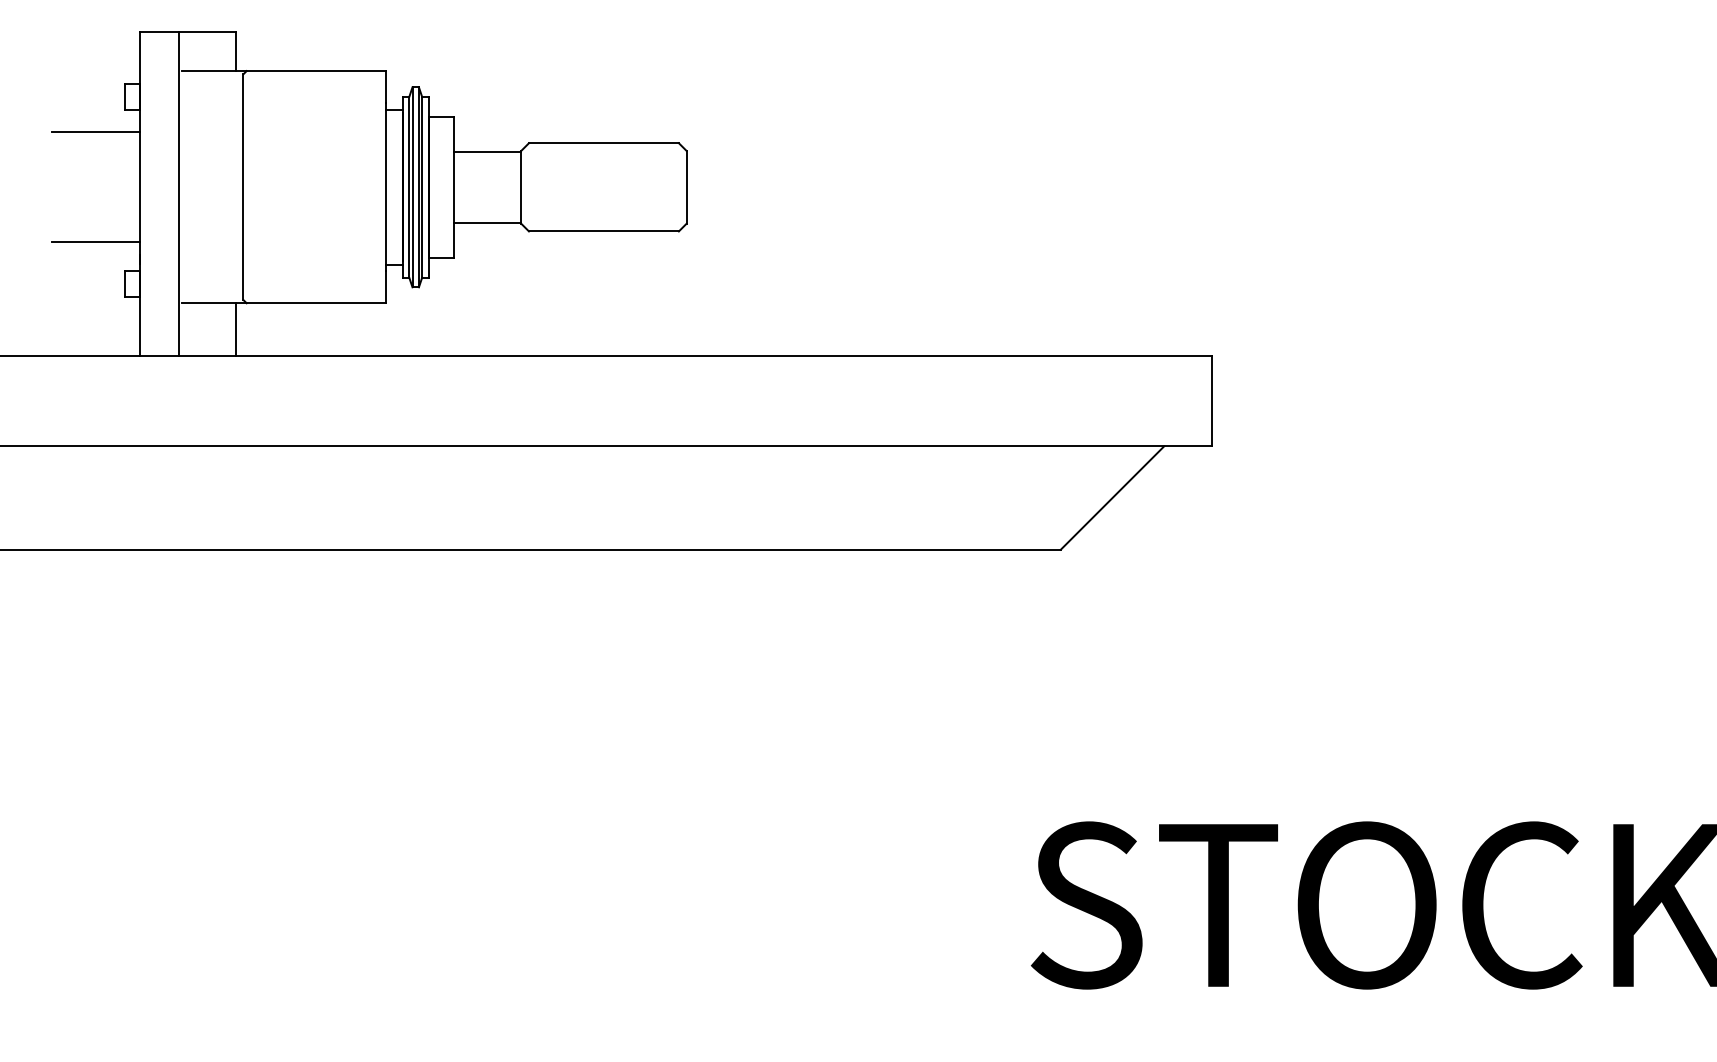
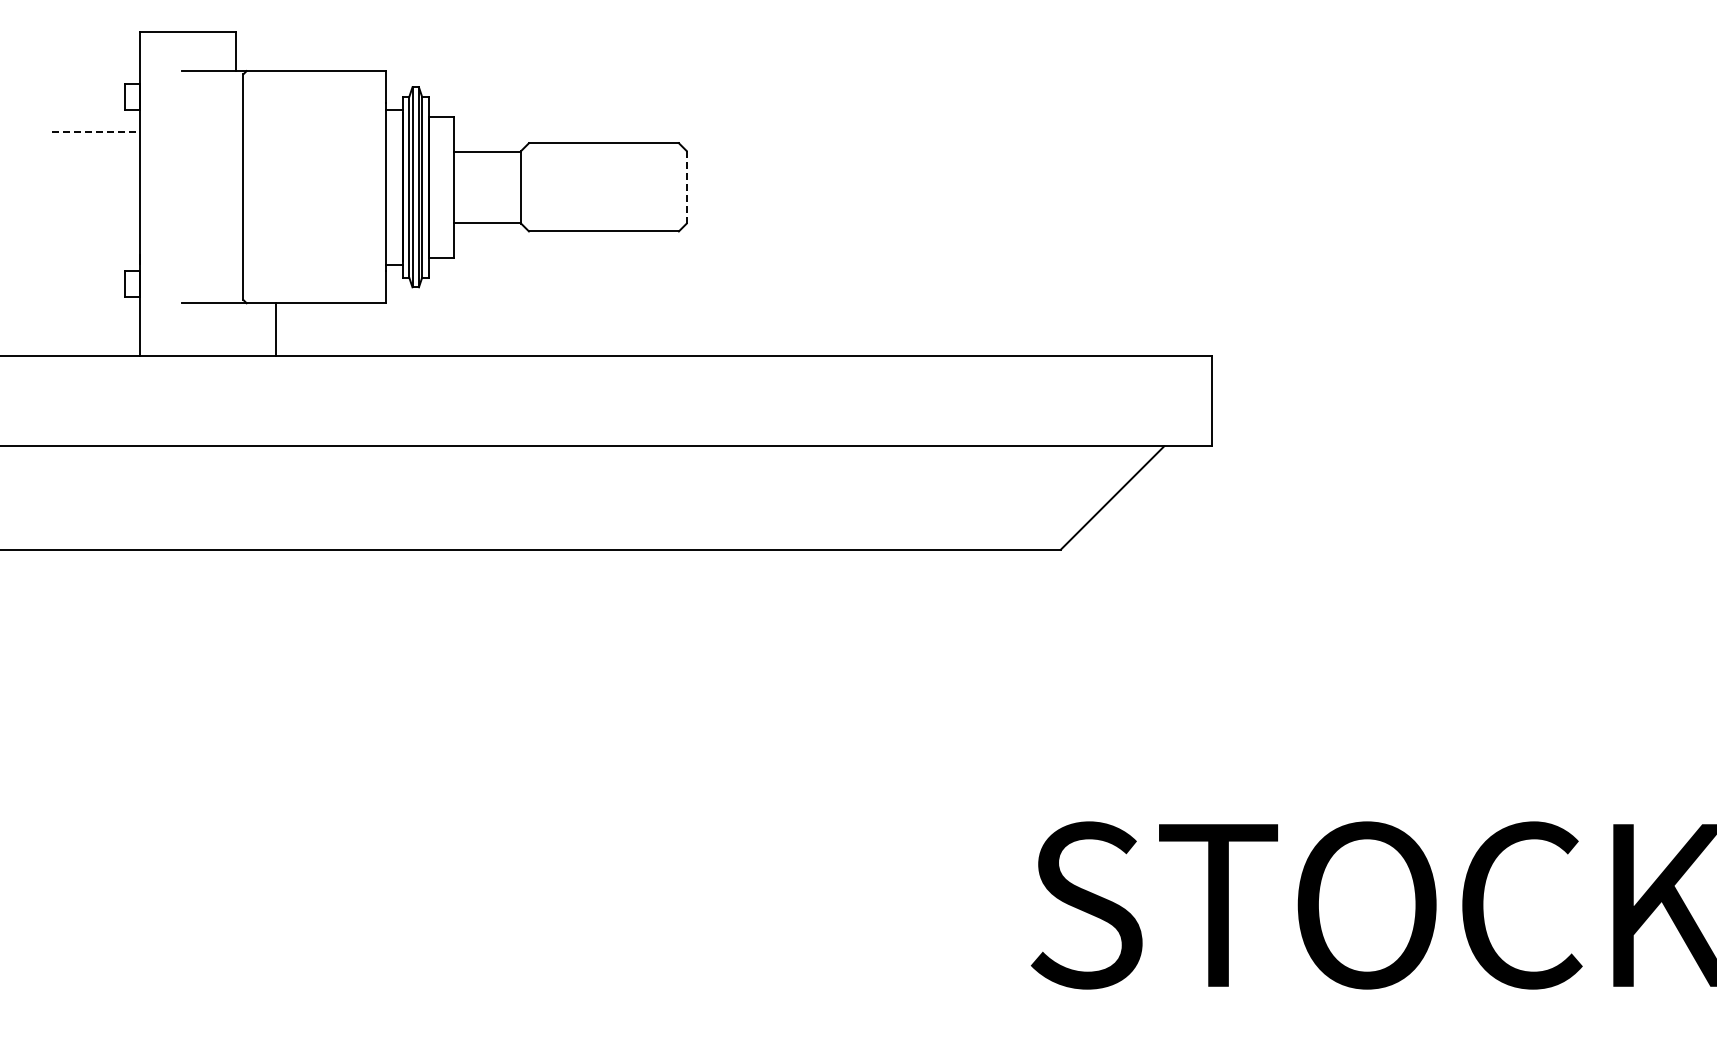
line at (96, 132): solid -> dashed
line at (686, 186): solid -> dashed
line at (178, 193): present -> none
line at (95, 241): present -> none
line at (235, 329) position: (235, 329) -> (275, 329)
